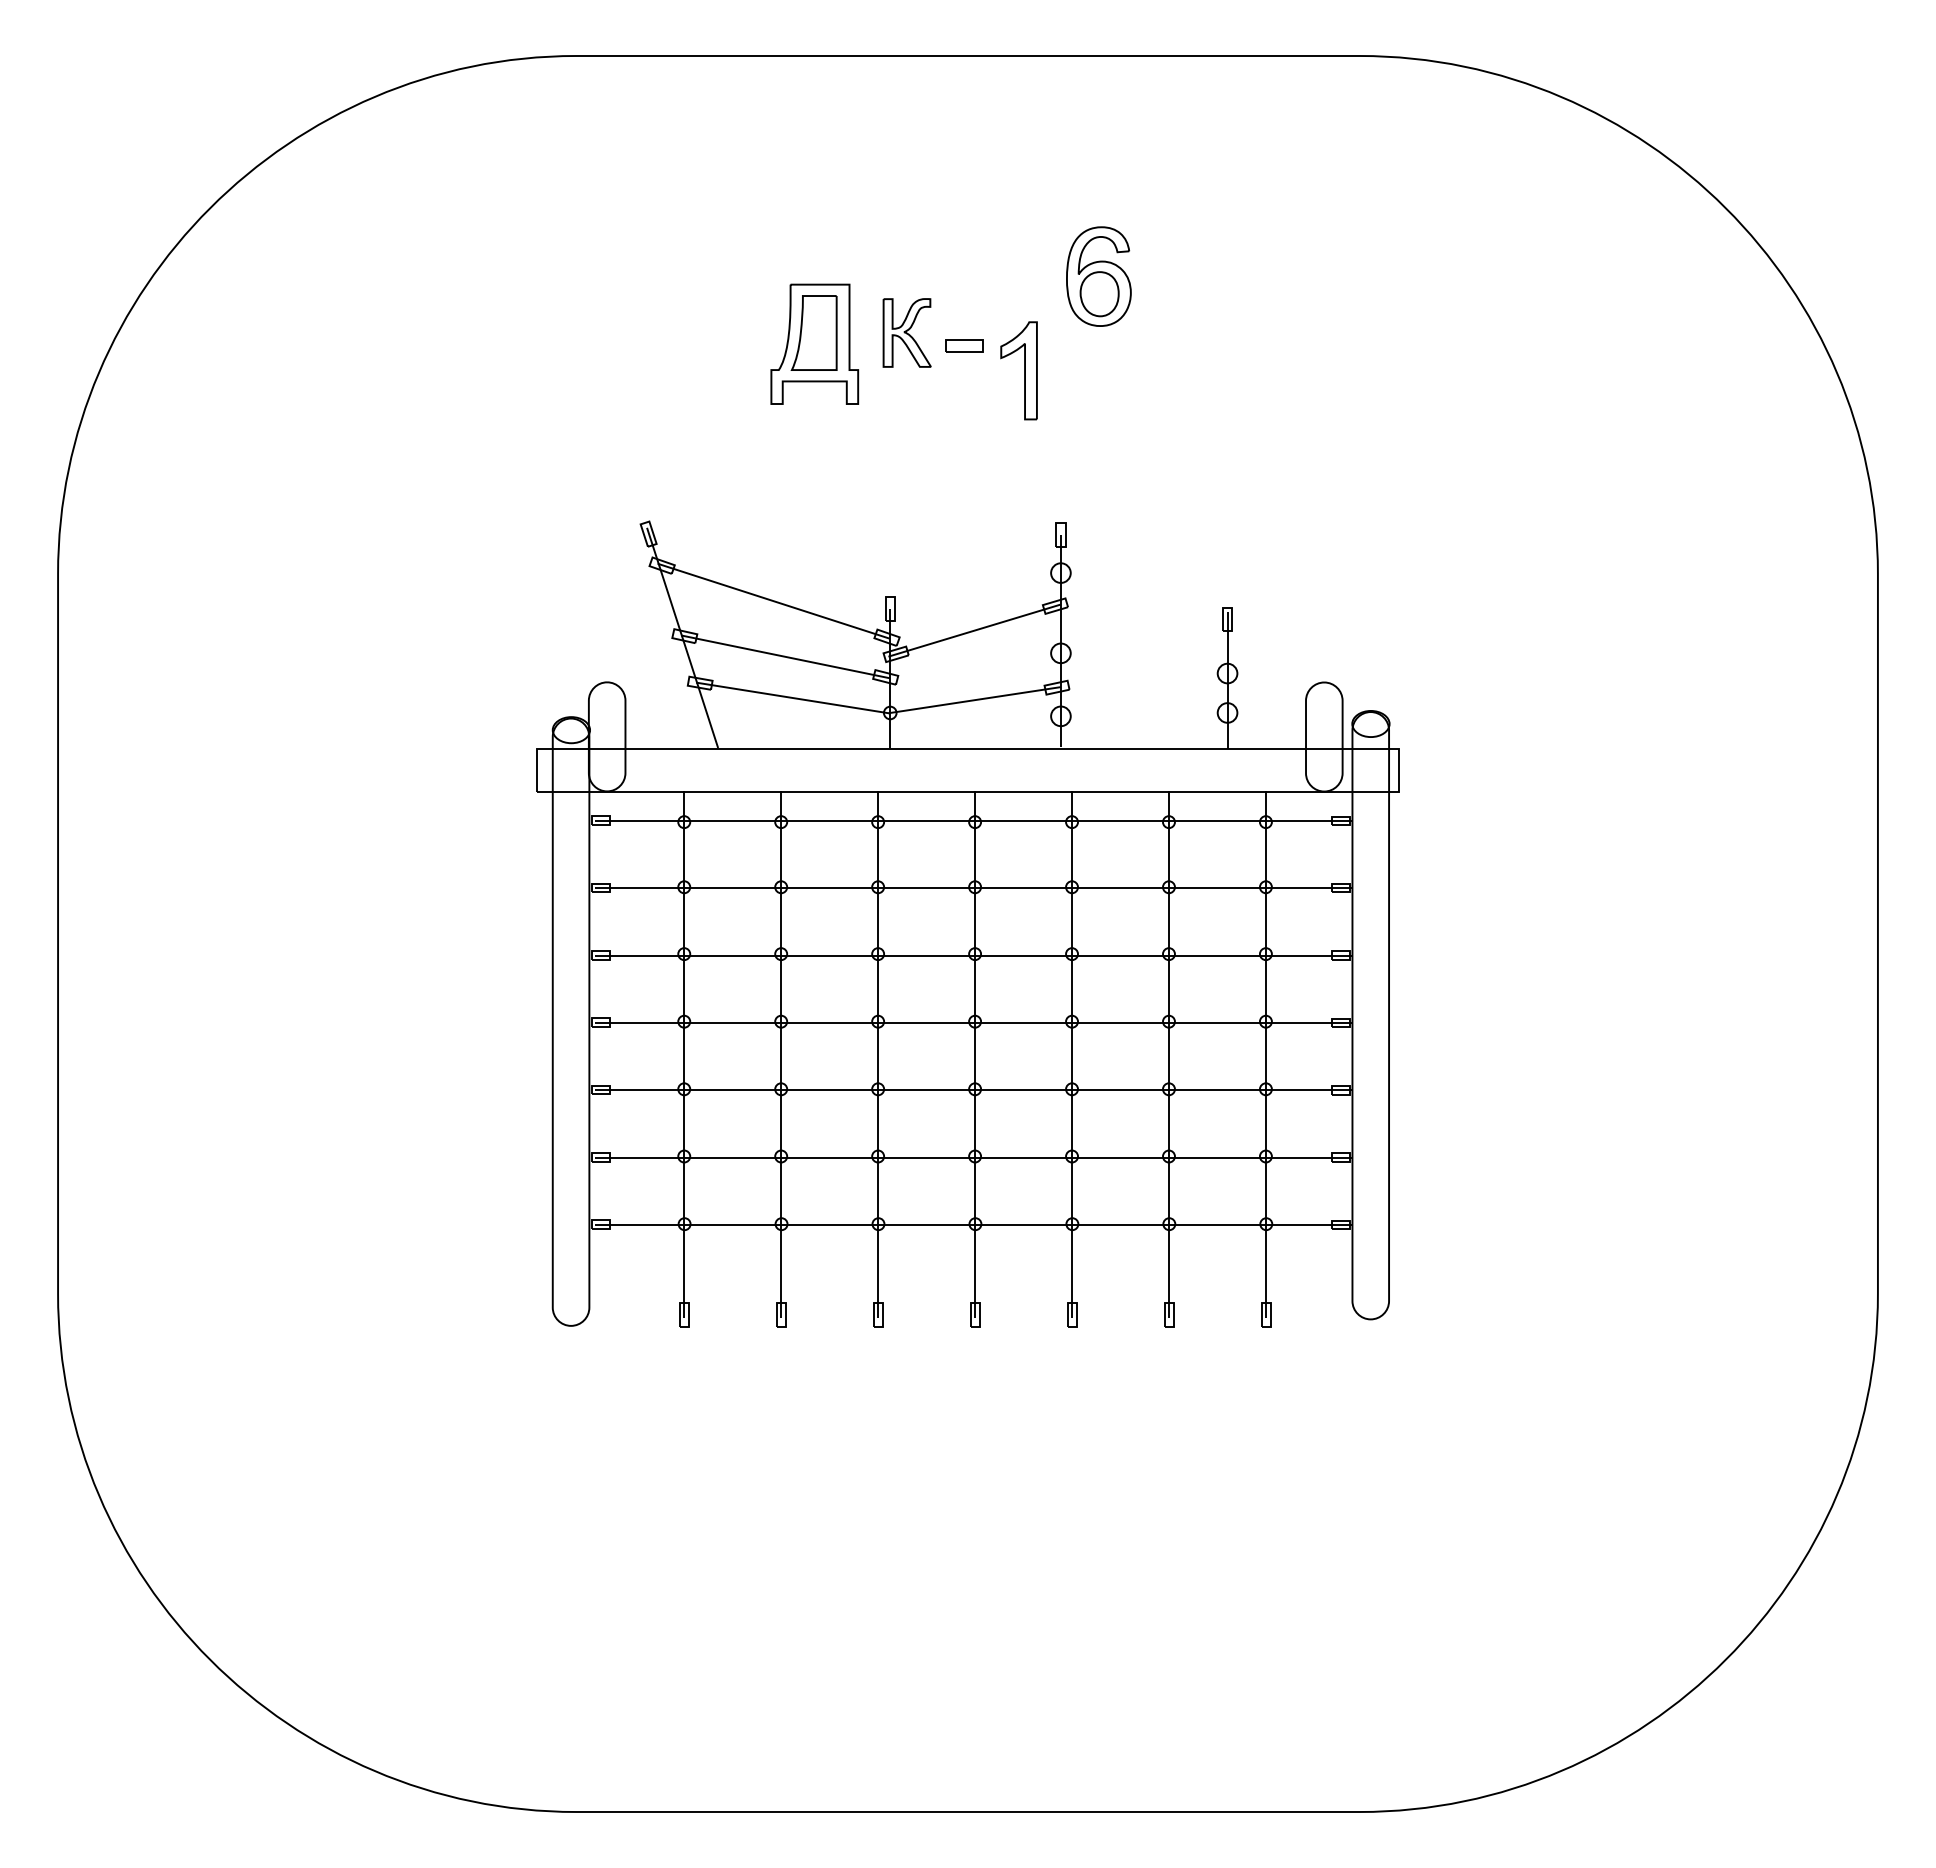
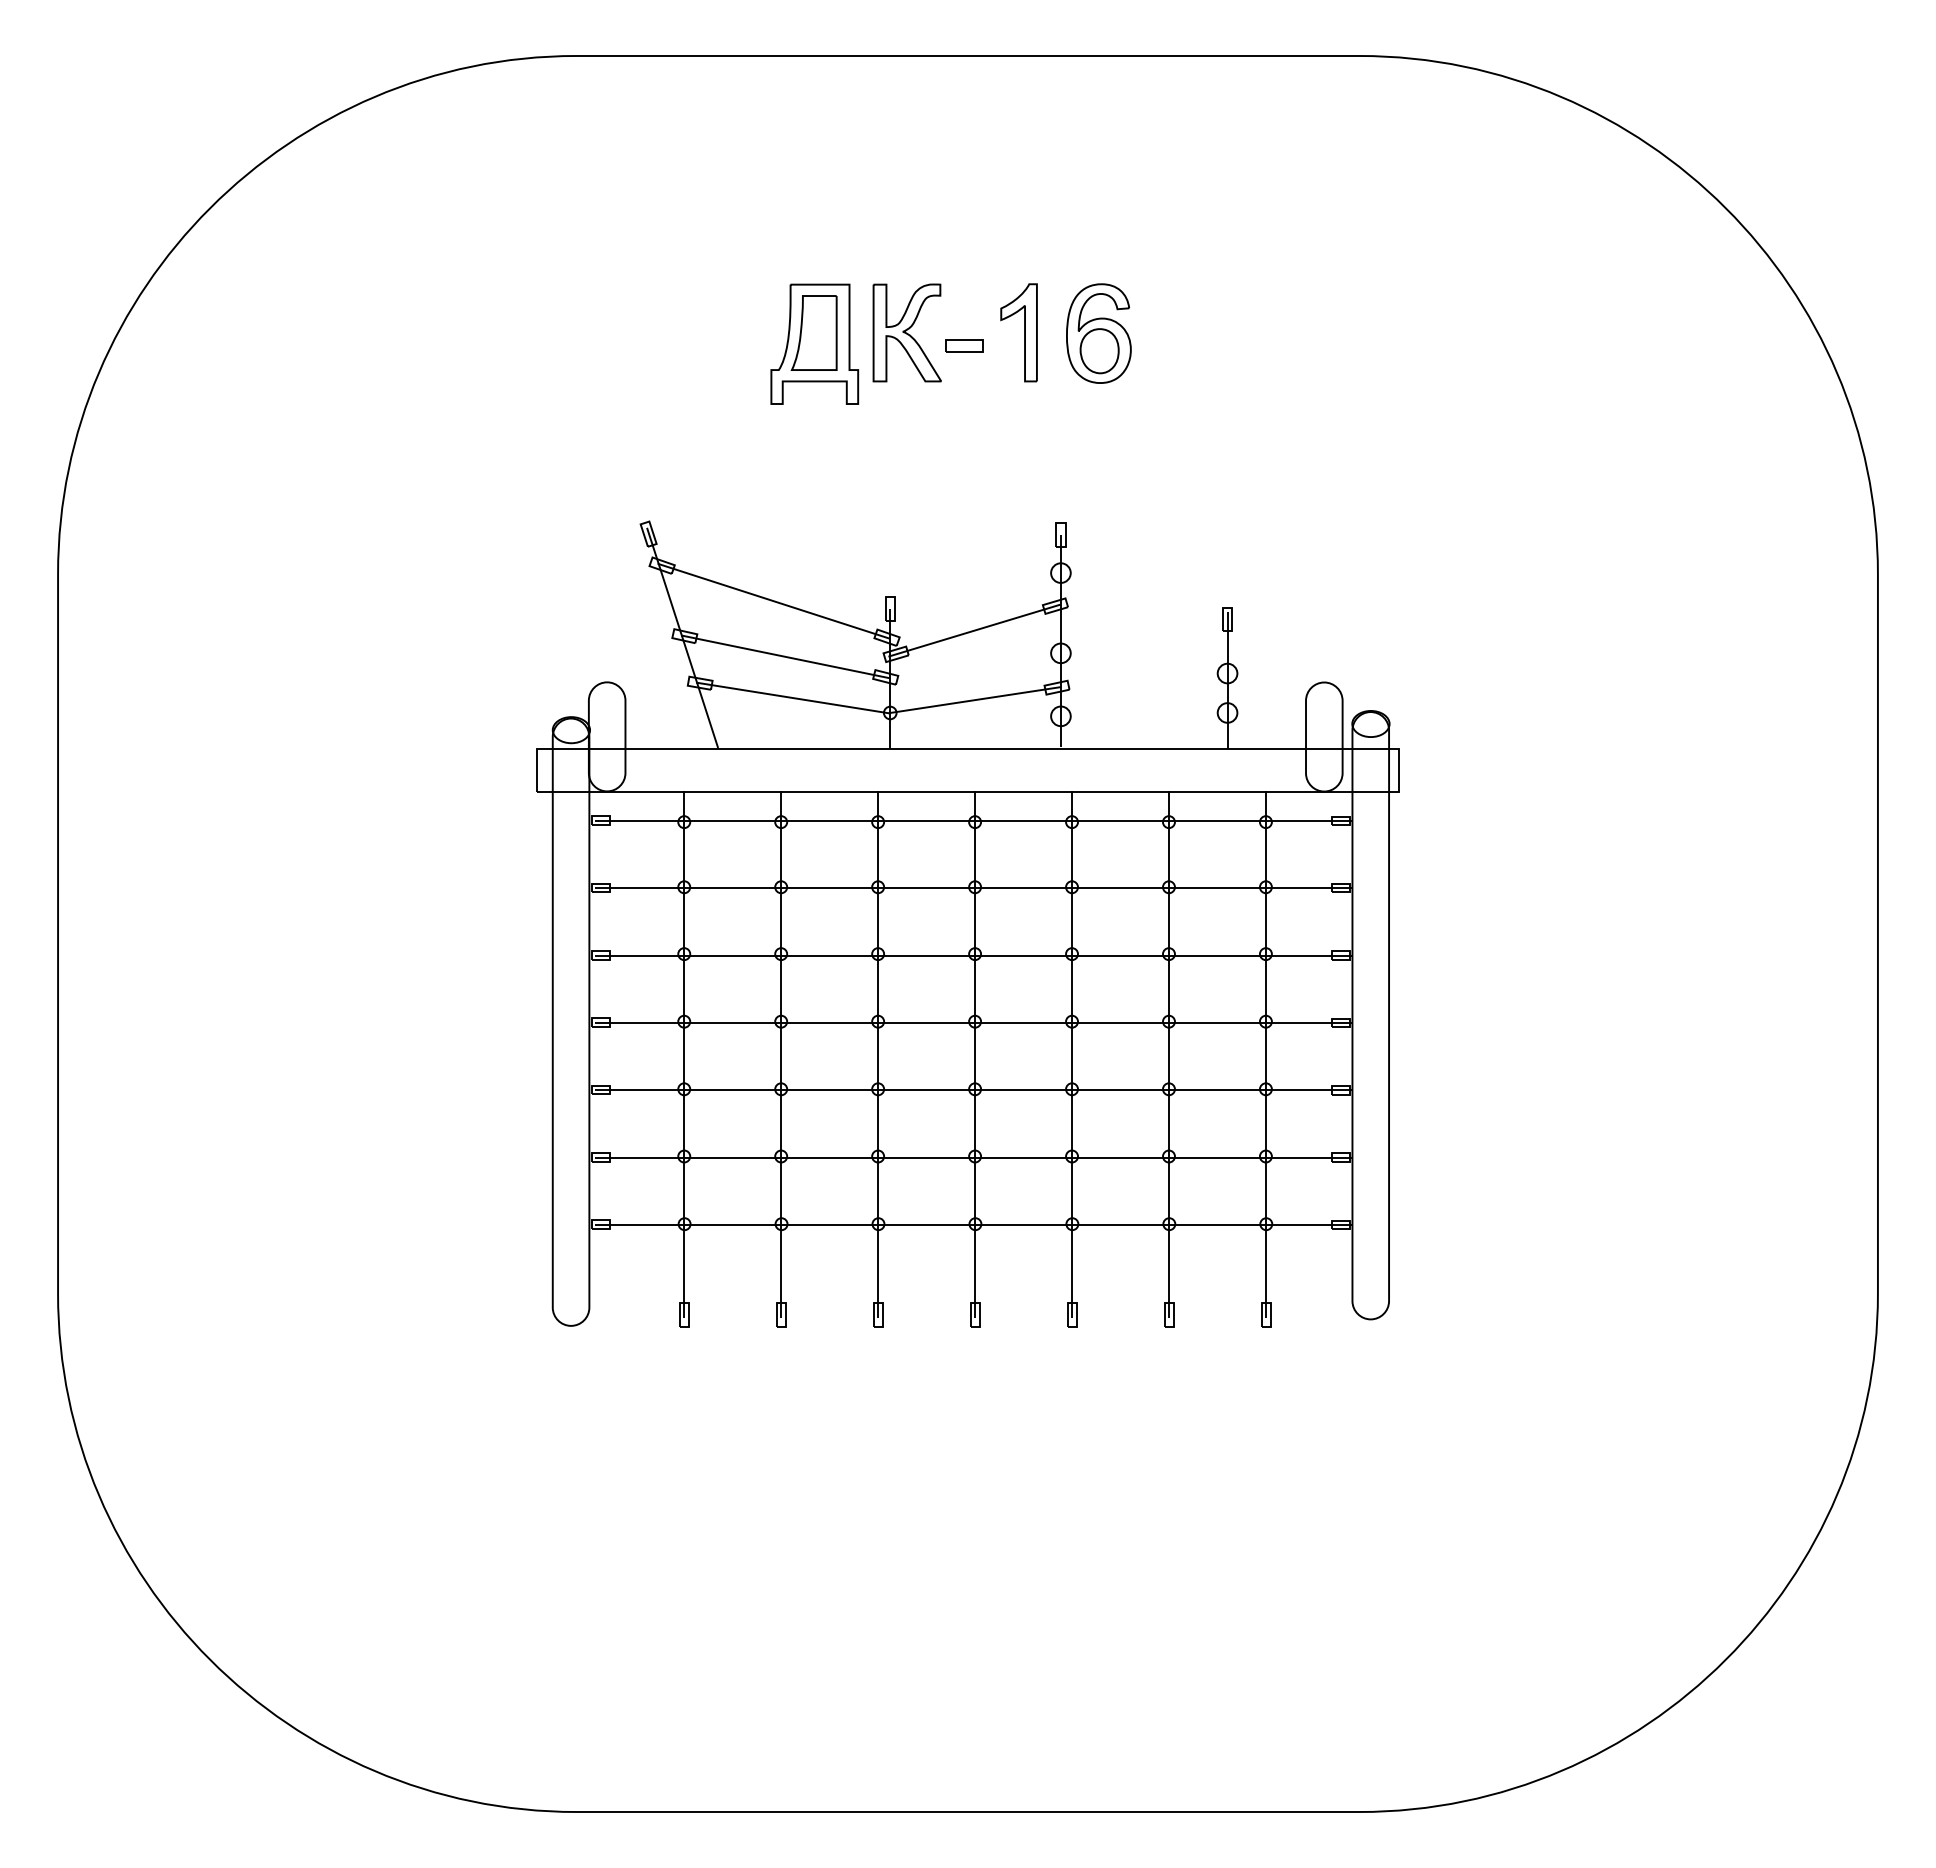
part at (1098, 276) position: (1098, 276) -> (1098, 333)
part at (906, 332) size: 50x70 px -> 70x100 px
part at (1018, 370) position: (1018, 370) -> (1018, 332)
